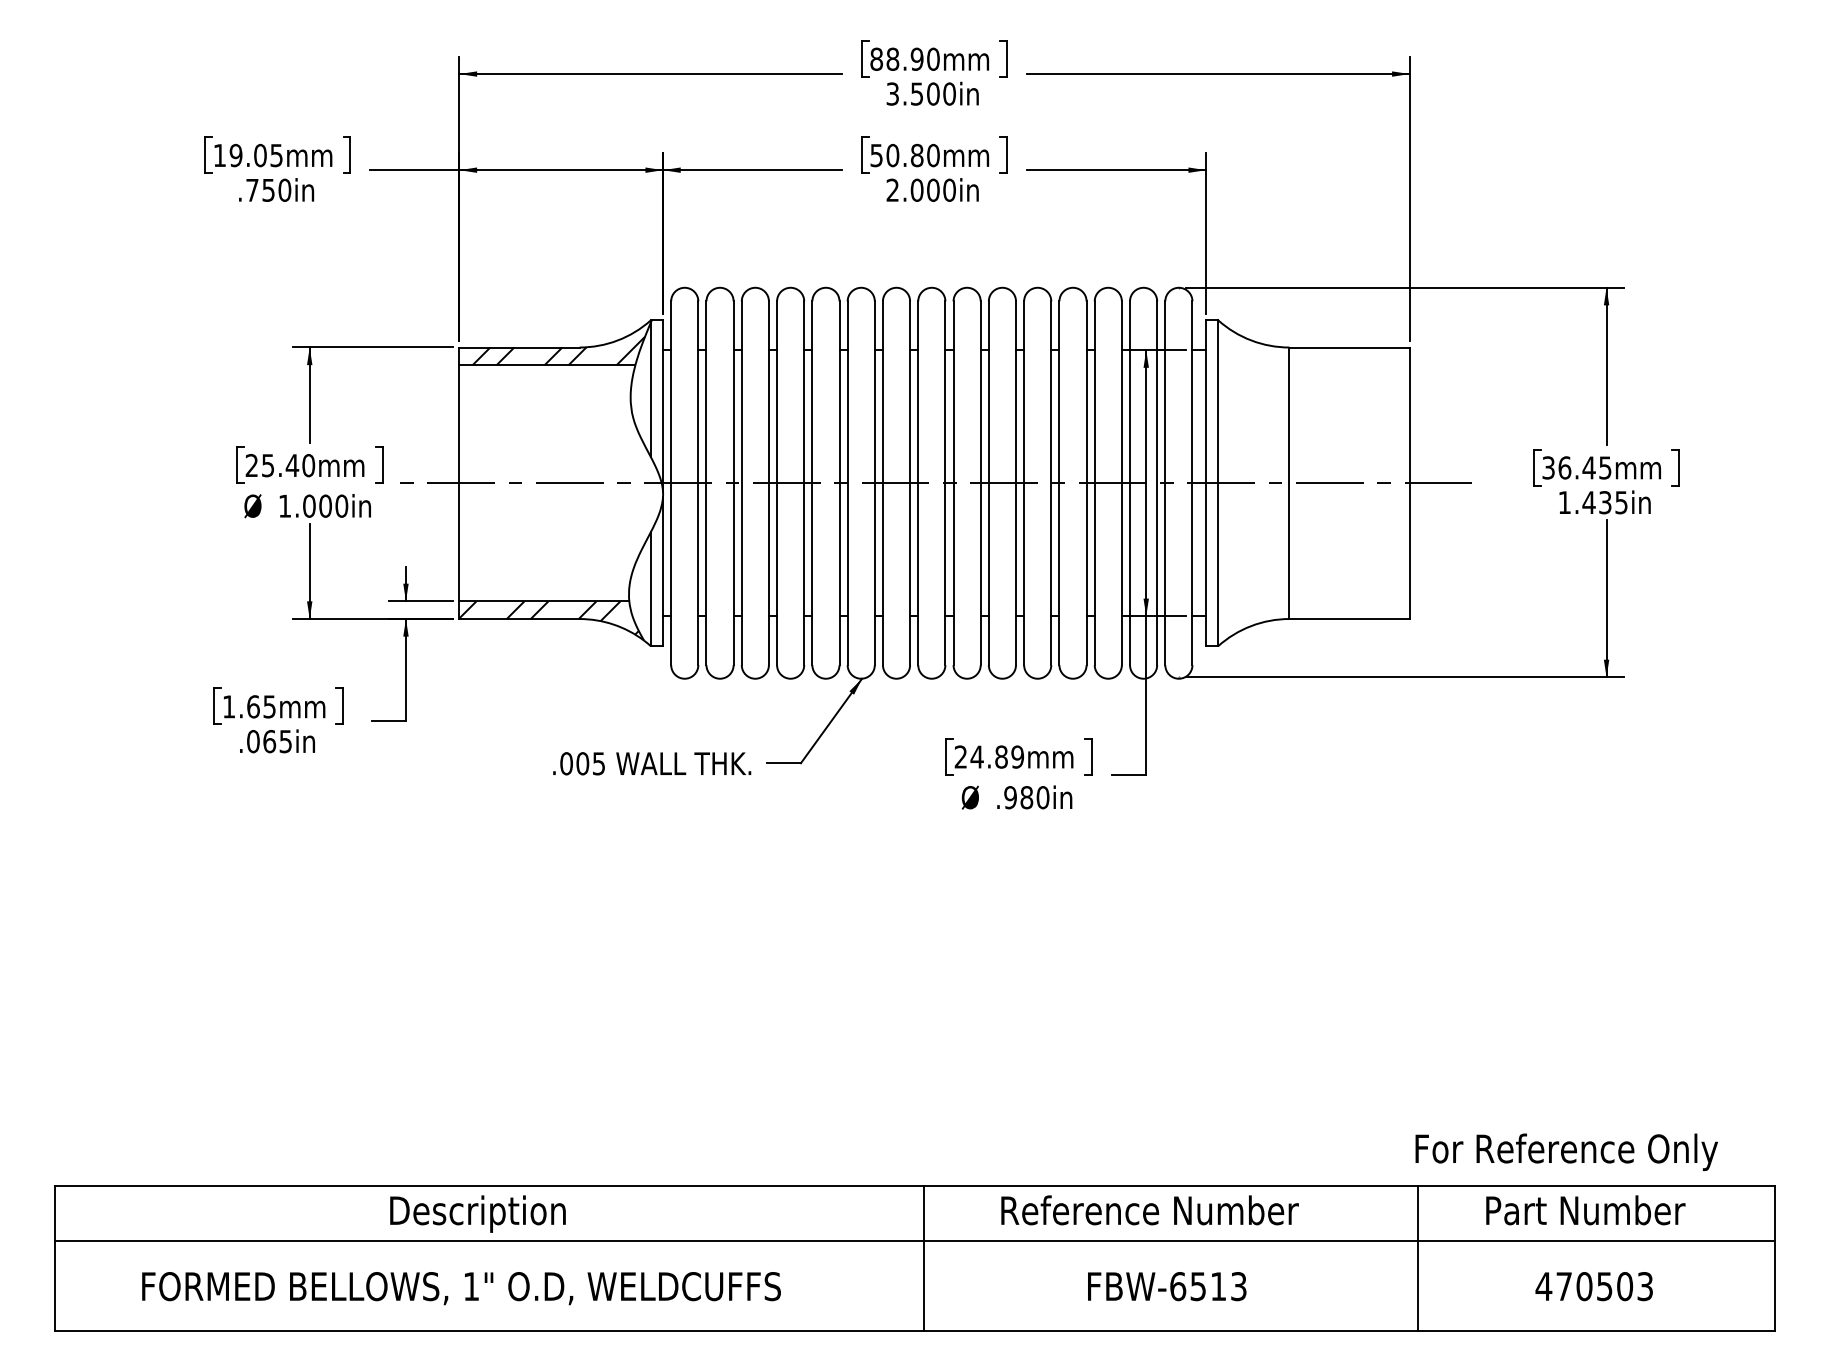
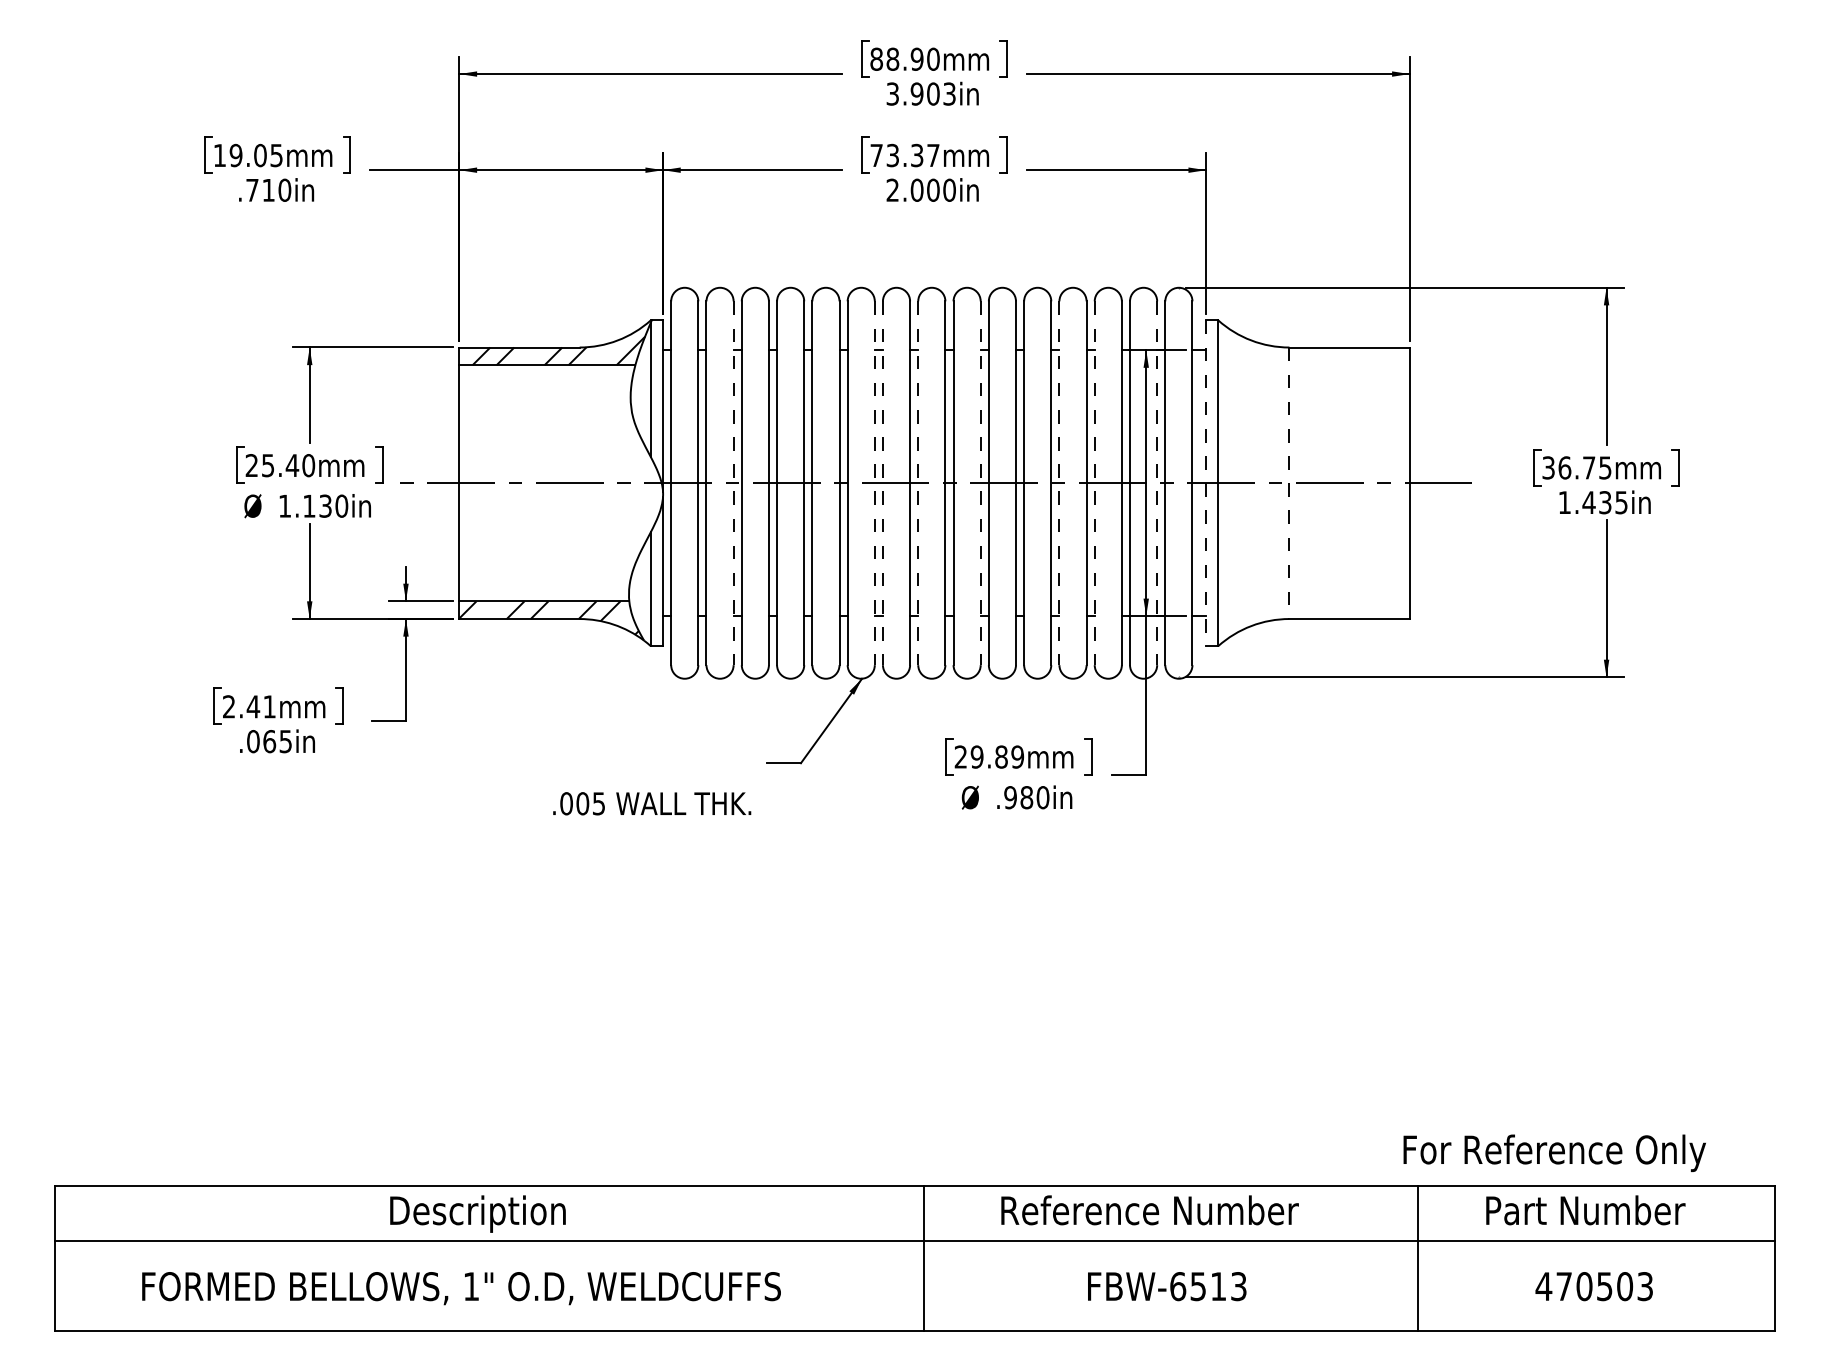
text at (932, 93): 3.500in -> 3.903in
text at (904, 155): 50.80mm -> 73.37mm
text at (268, 190): .750in -> .710in
text at (1588, 467): 36.45mm -> 36.75mm
line at (733, 483): solid -> dashed
line at (874, 483): solid -> dashed
line at (882, 483): solid -> dashed
line at (918, 483): solid -> dashed
line at (980, 483): solid -> dashed
line at (1059, 483): solid -> dashed
line at (1094, 483): solid -> dashed
line at (1157, 483): solid -> dashed
line at (1206, 483): solid -> dashed
line at (1289, 483): solid -> dashed
text at (317, 505): 1.000in -> 1.130in
text at (249, 706): 1.65mm -> 2.41mm
text at (976, 756): 24.89mm -> 29.89mm
text at (652, 763) position: (652, 763) -> (652, 803)
text at (1566, 1151) position: (1566, 1151) -> (1554, 1152)
